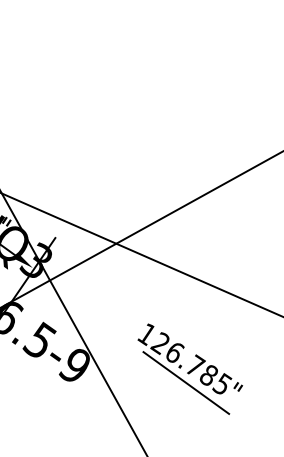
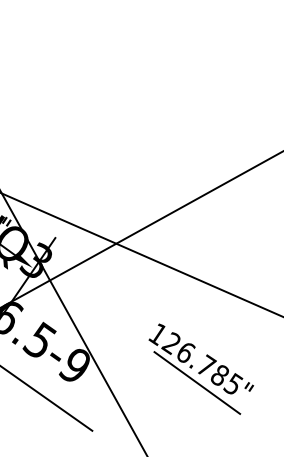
part at (190, 368) position: (190, 368) -> (201, 368)
line at (47, 398): none -> present
